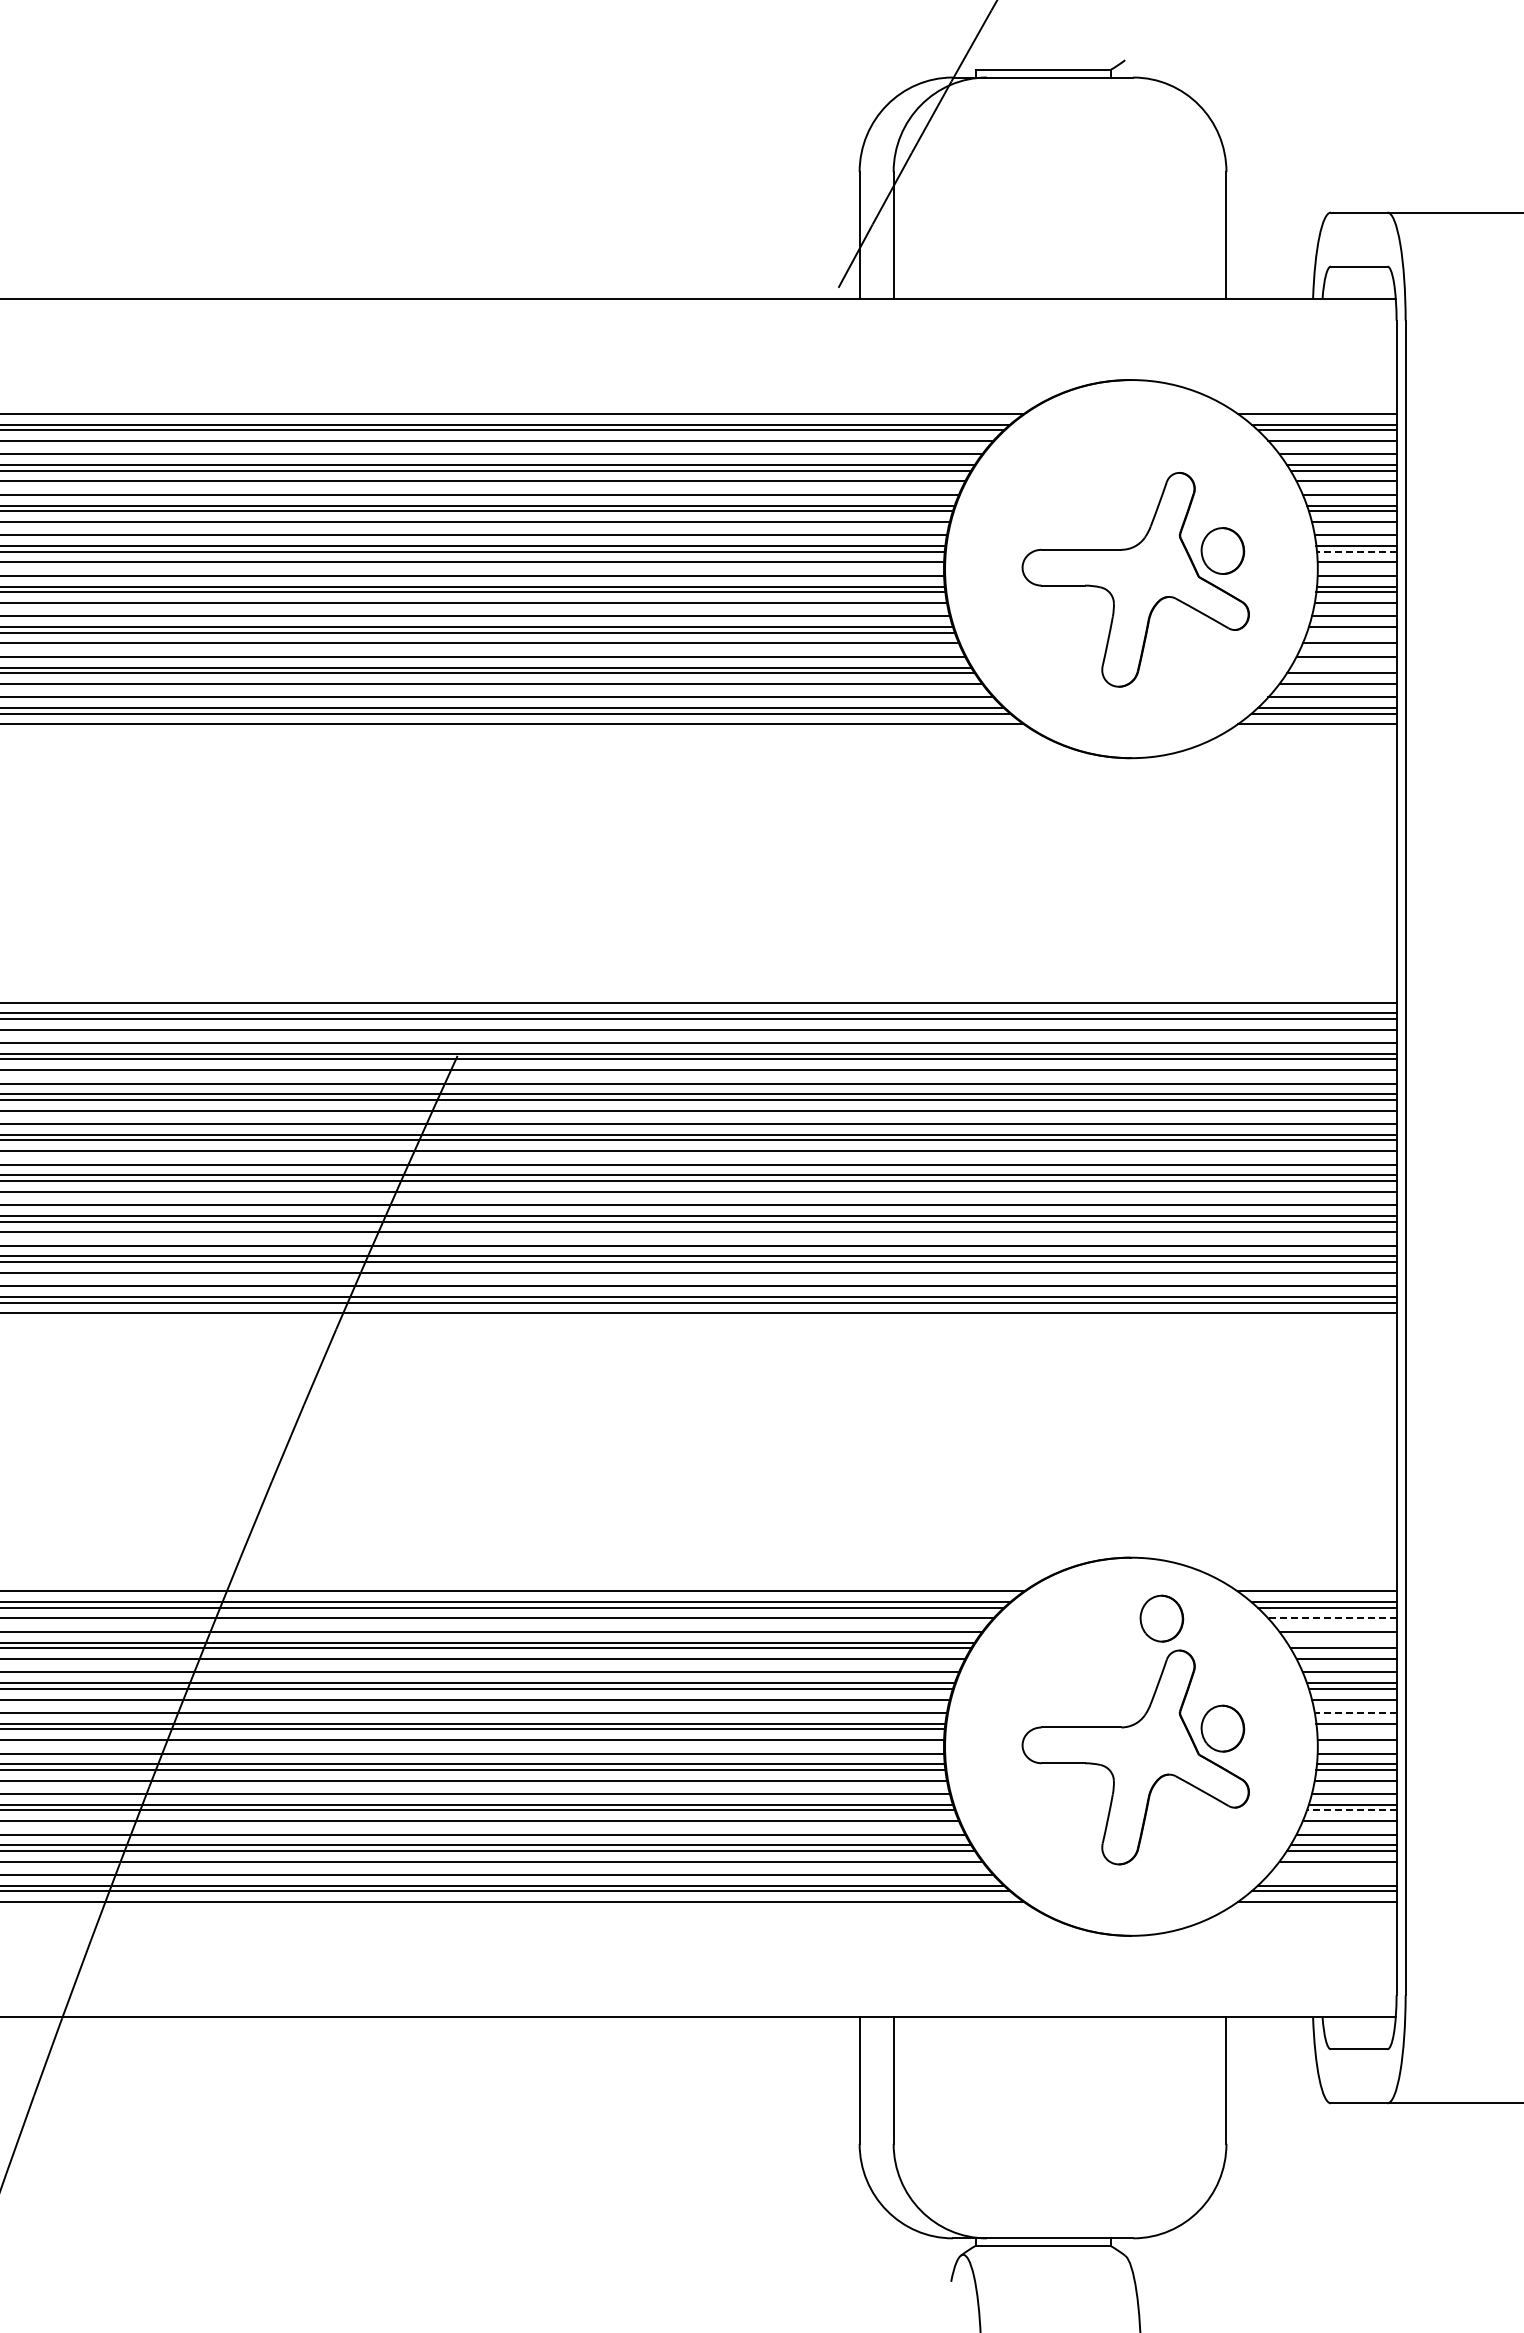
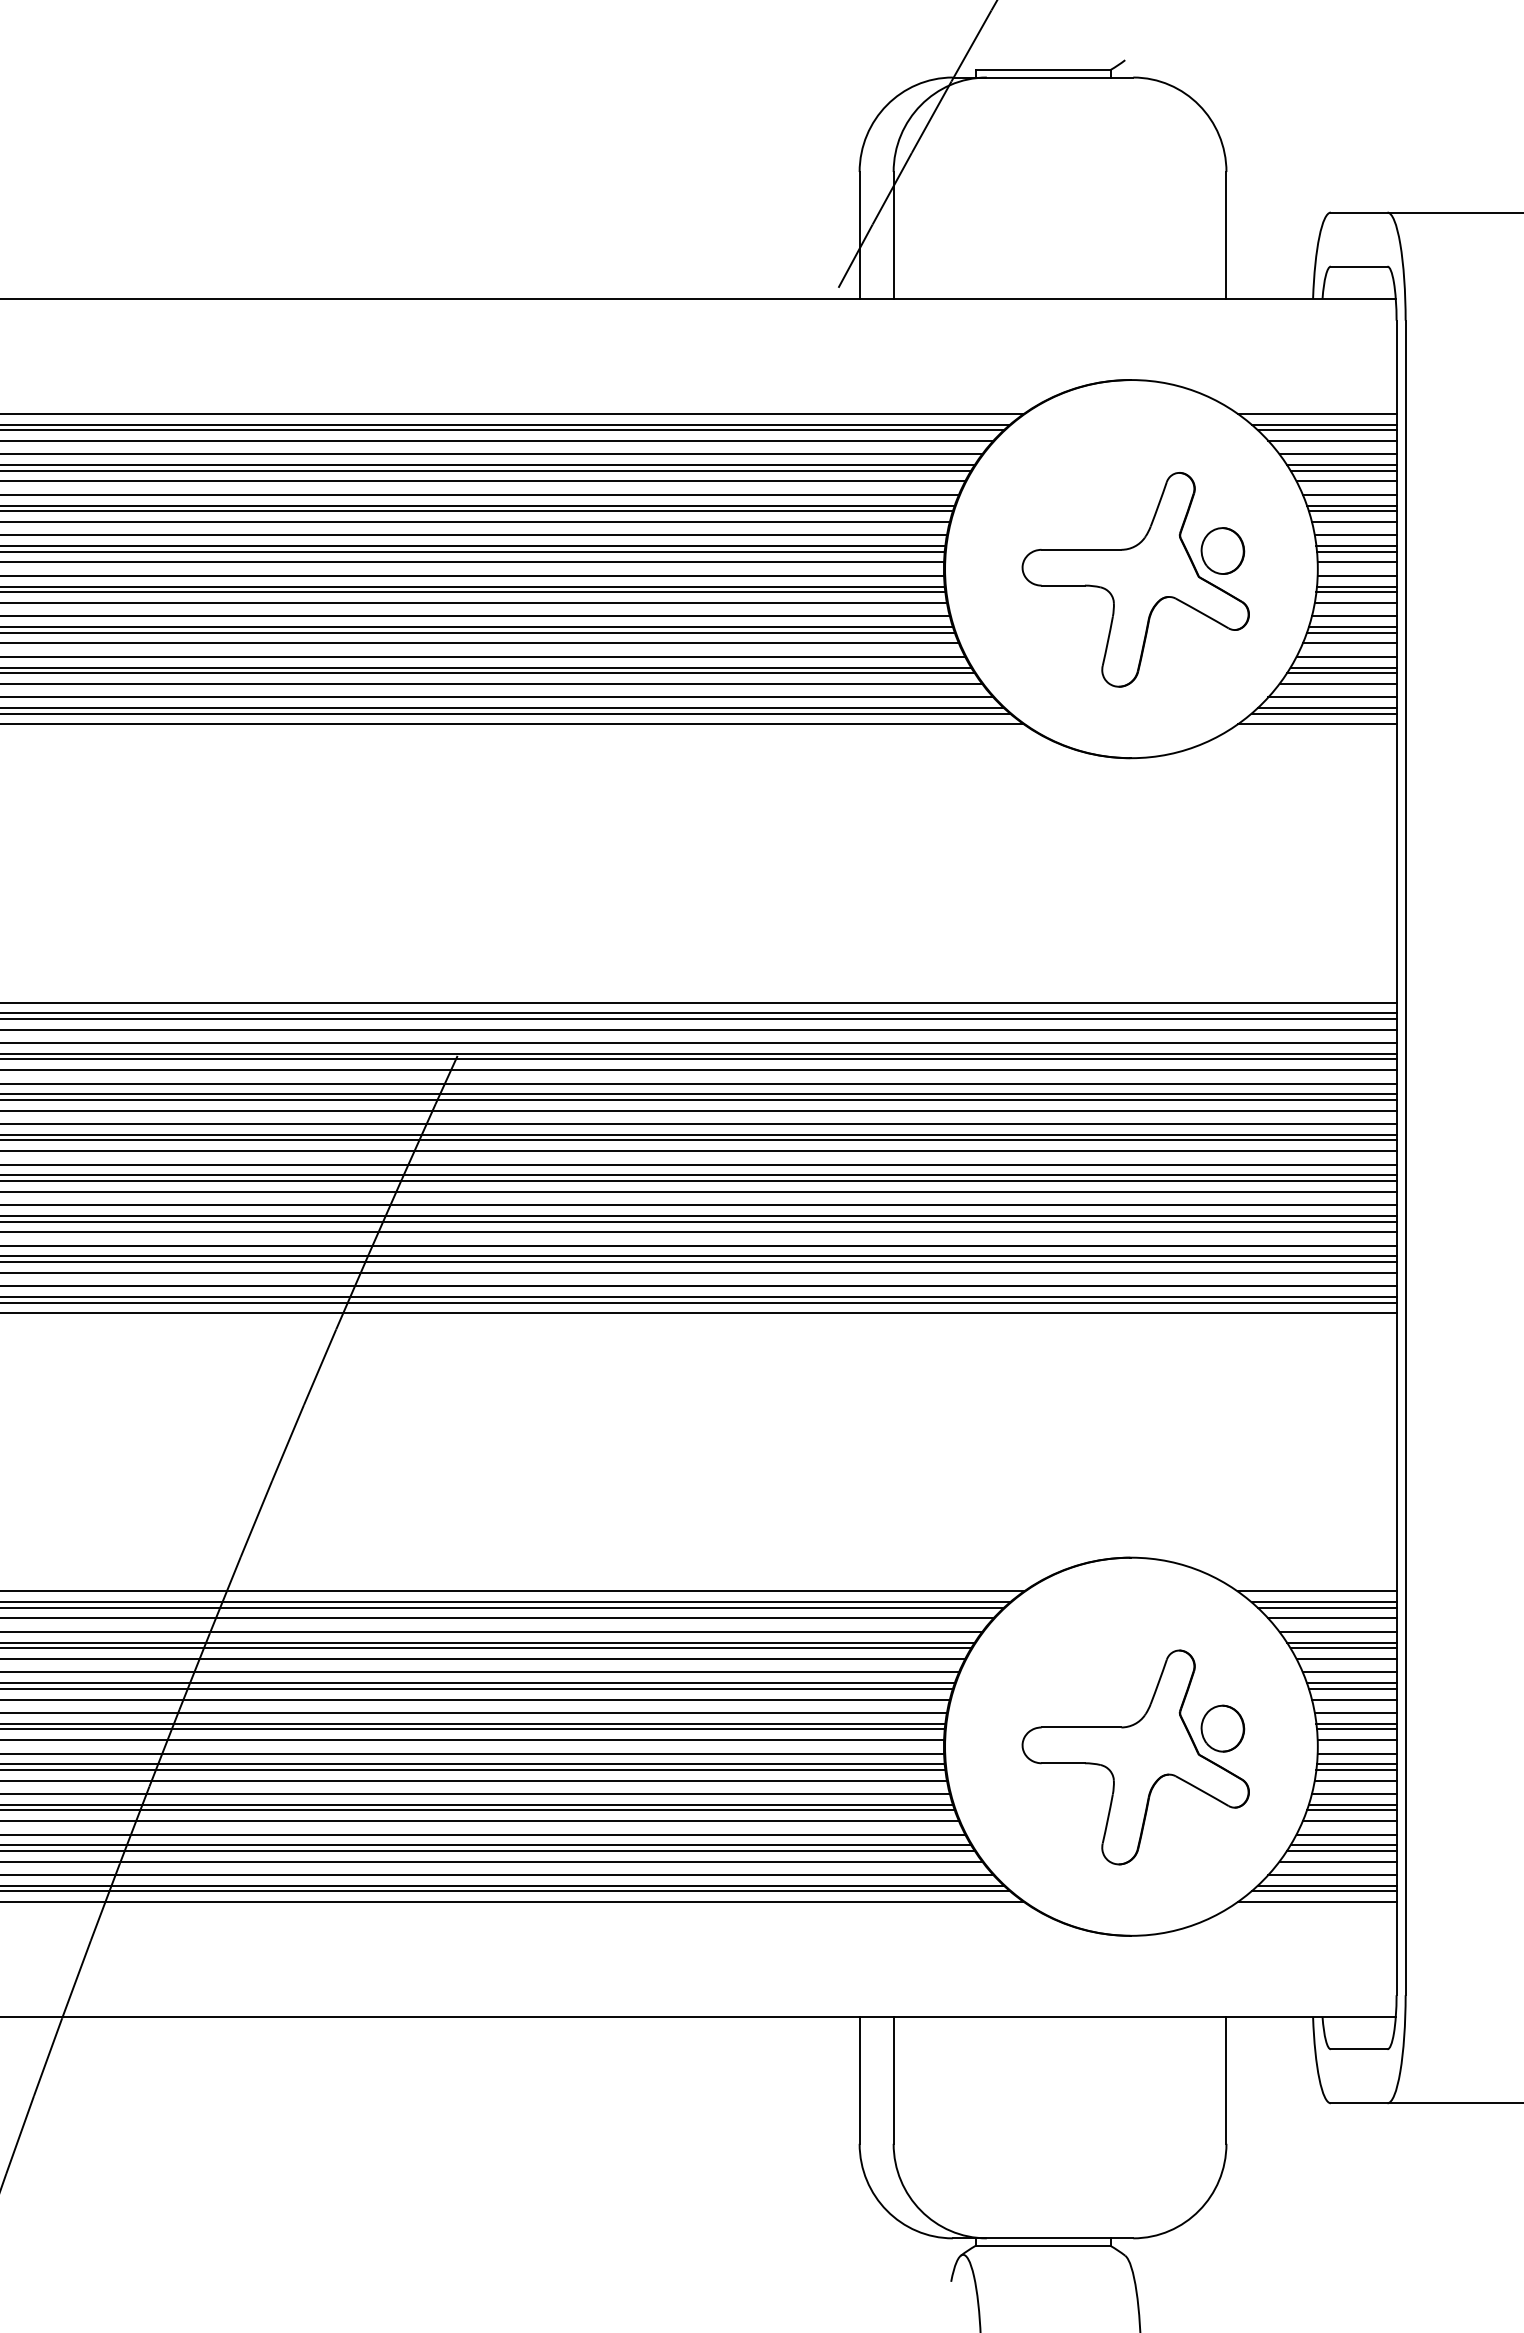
line at (1356, 551): dashed -> solid
line at (1351, 632): none -> present
line at (1343, 667): none -> present
part at (1161, 1618): present -> none
line at (1331, 1618): dashed -> solid
line at (1341, 1642): none -> present
line at (1355, 1713): dashed -> solid
line at (1356, 1729): none -> present
line at (1351, 1810): dashed -> solid
line at (1332, 1875): none -> present
